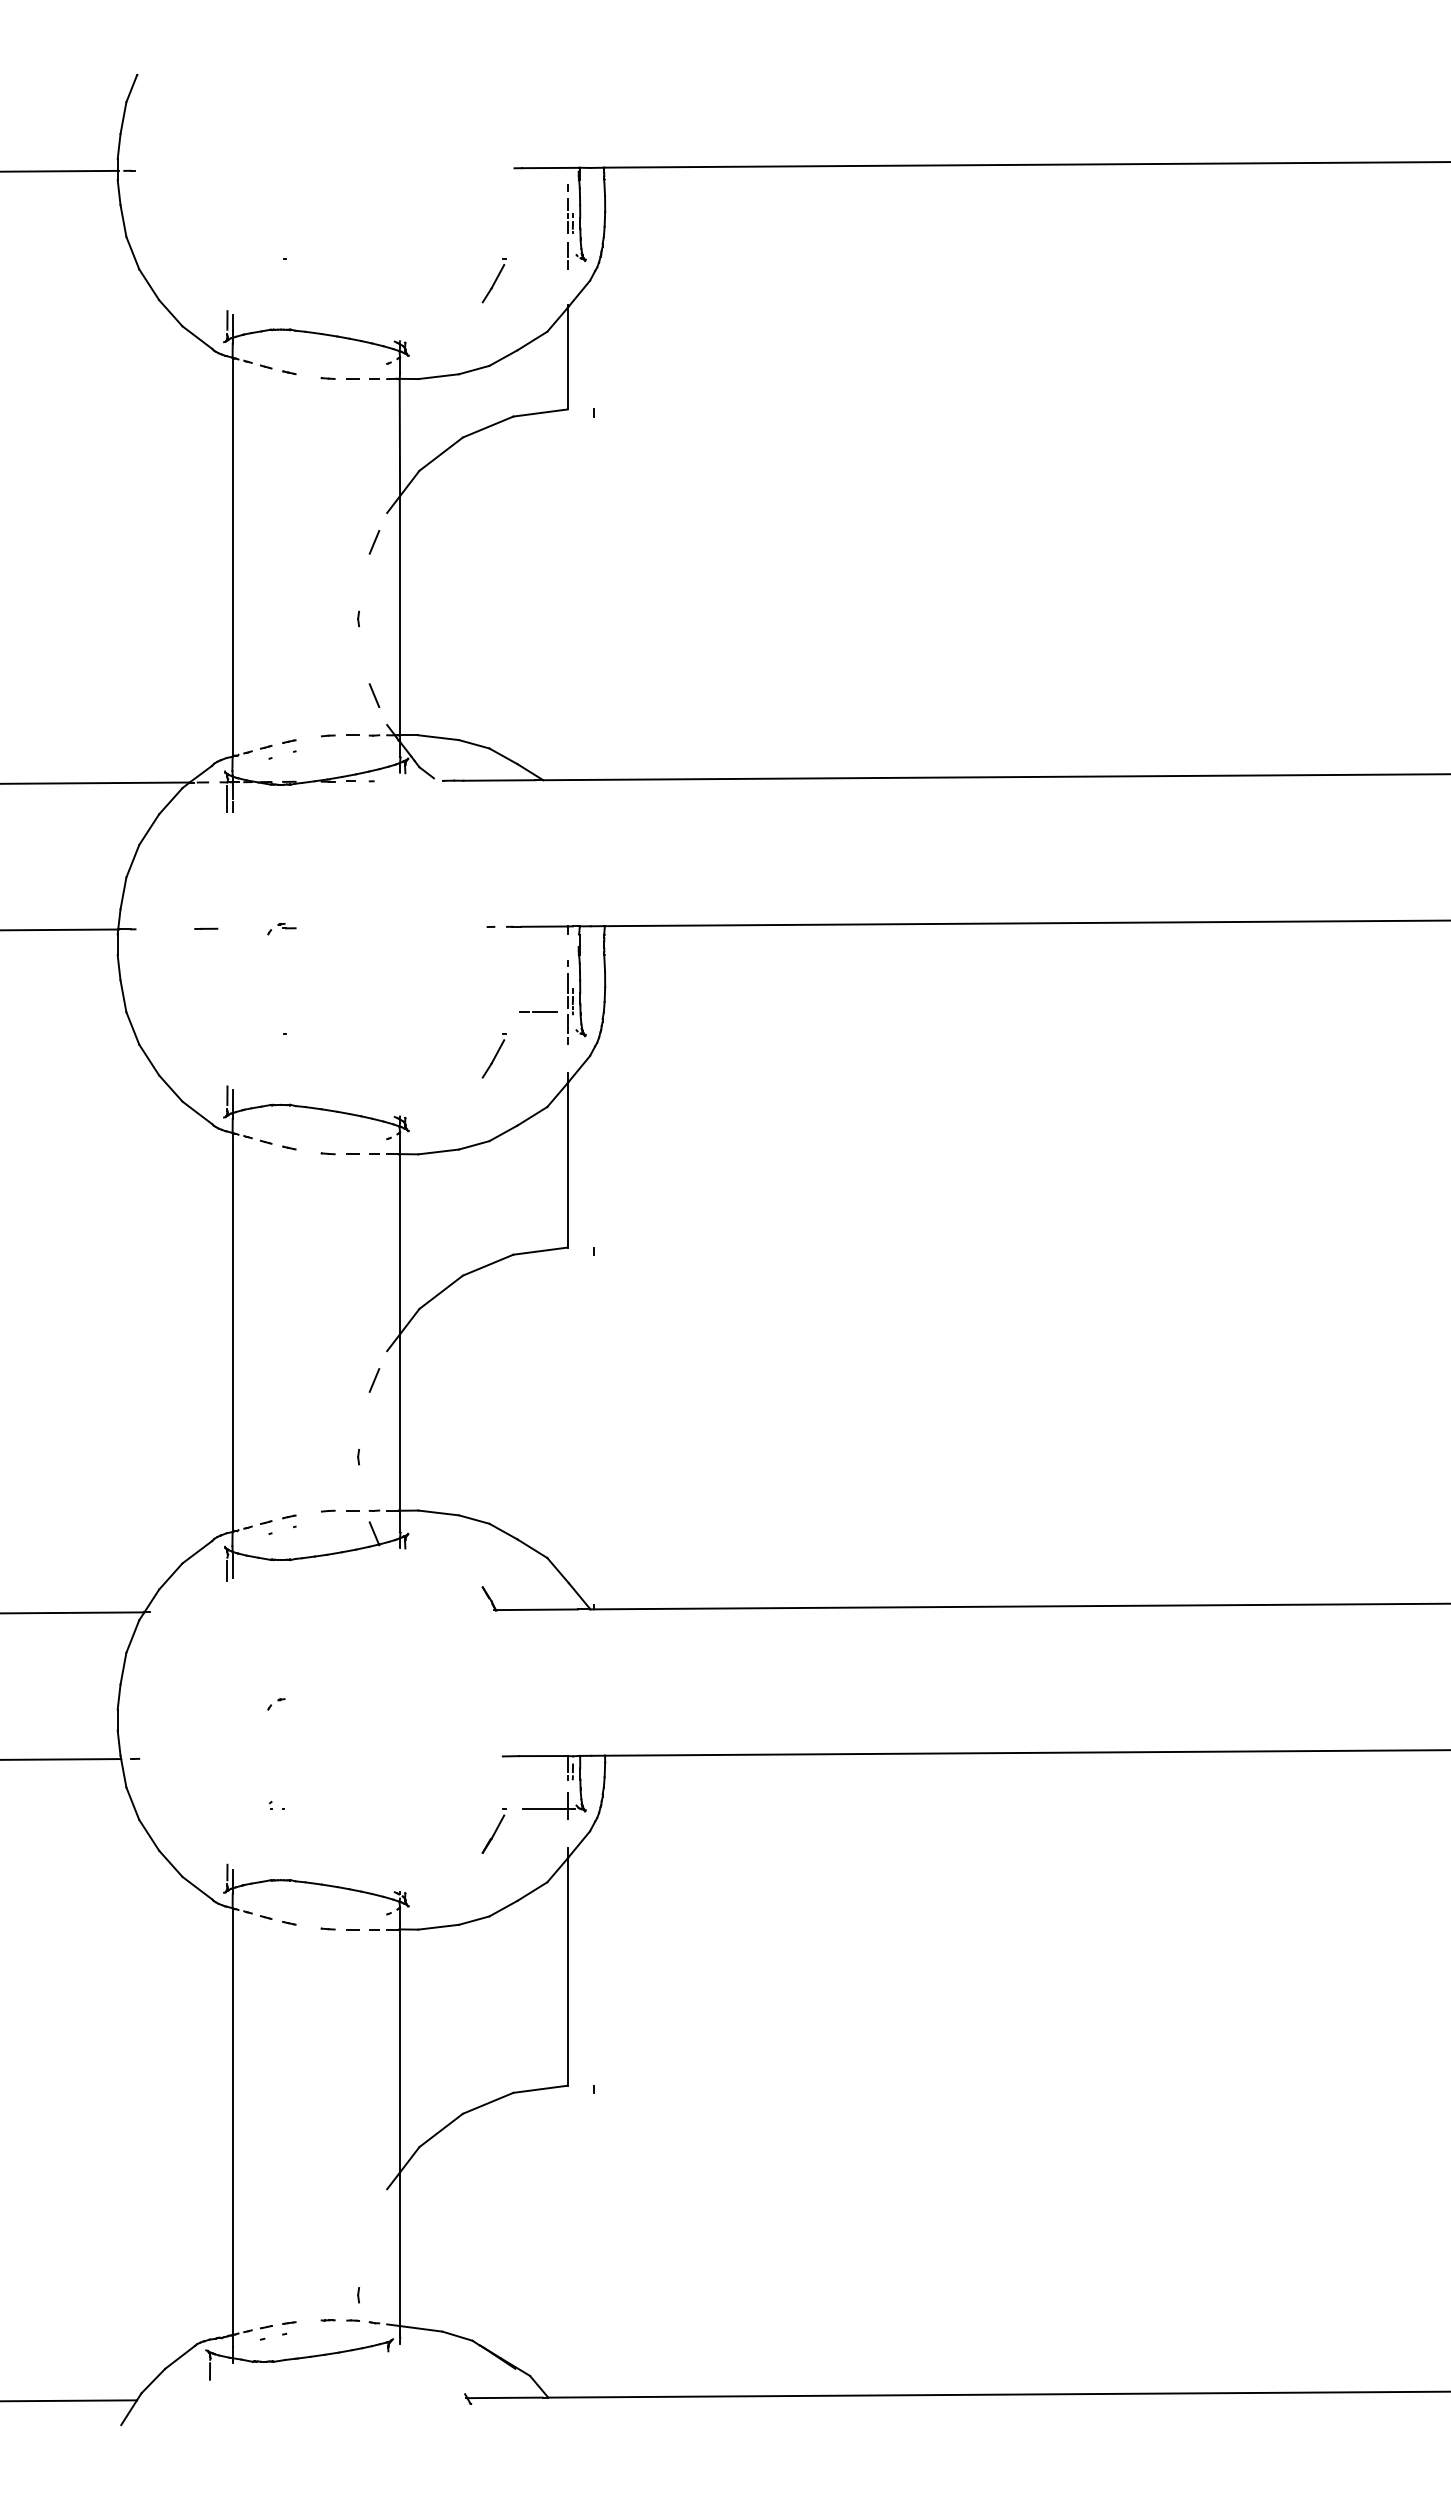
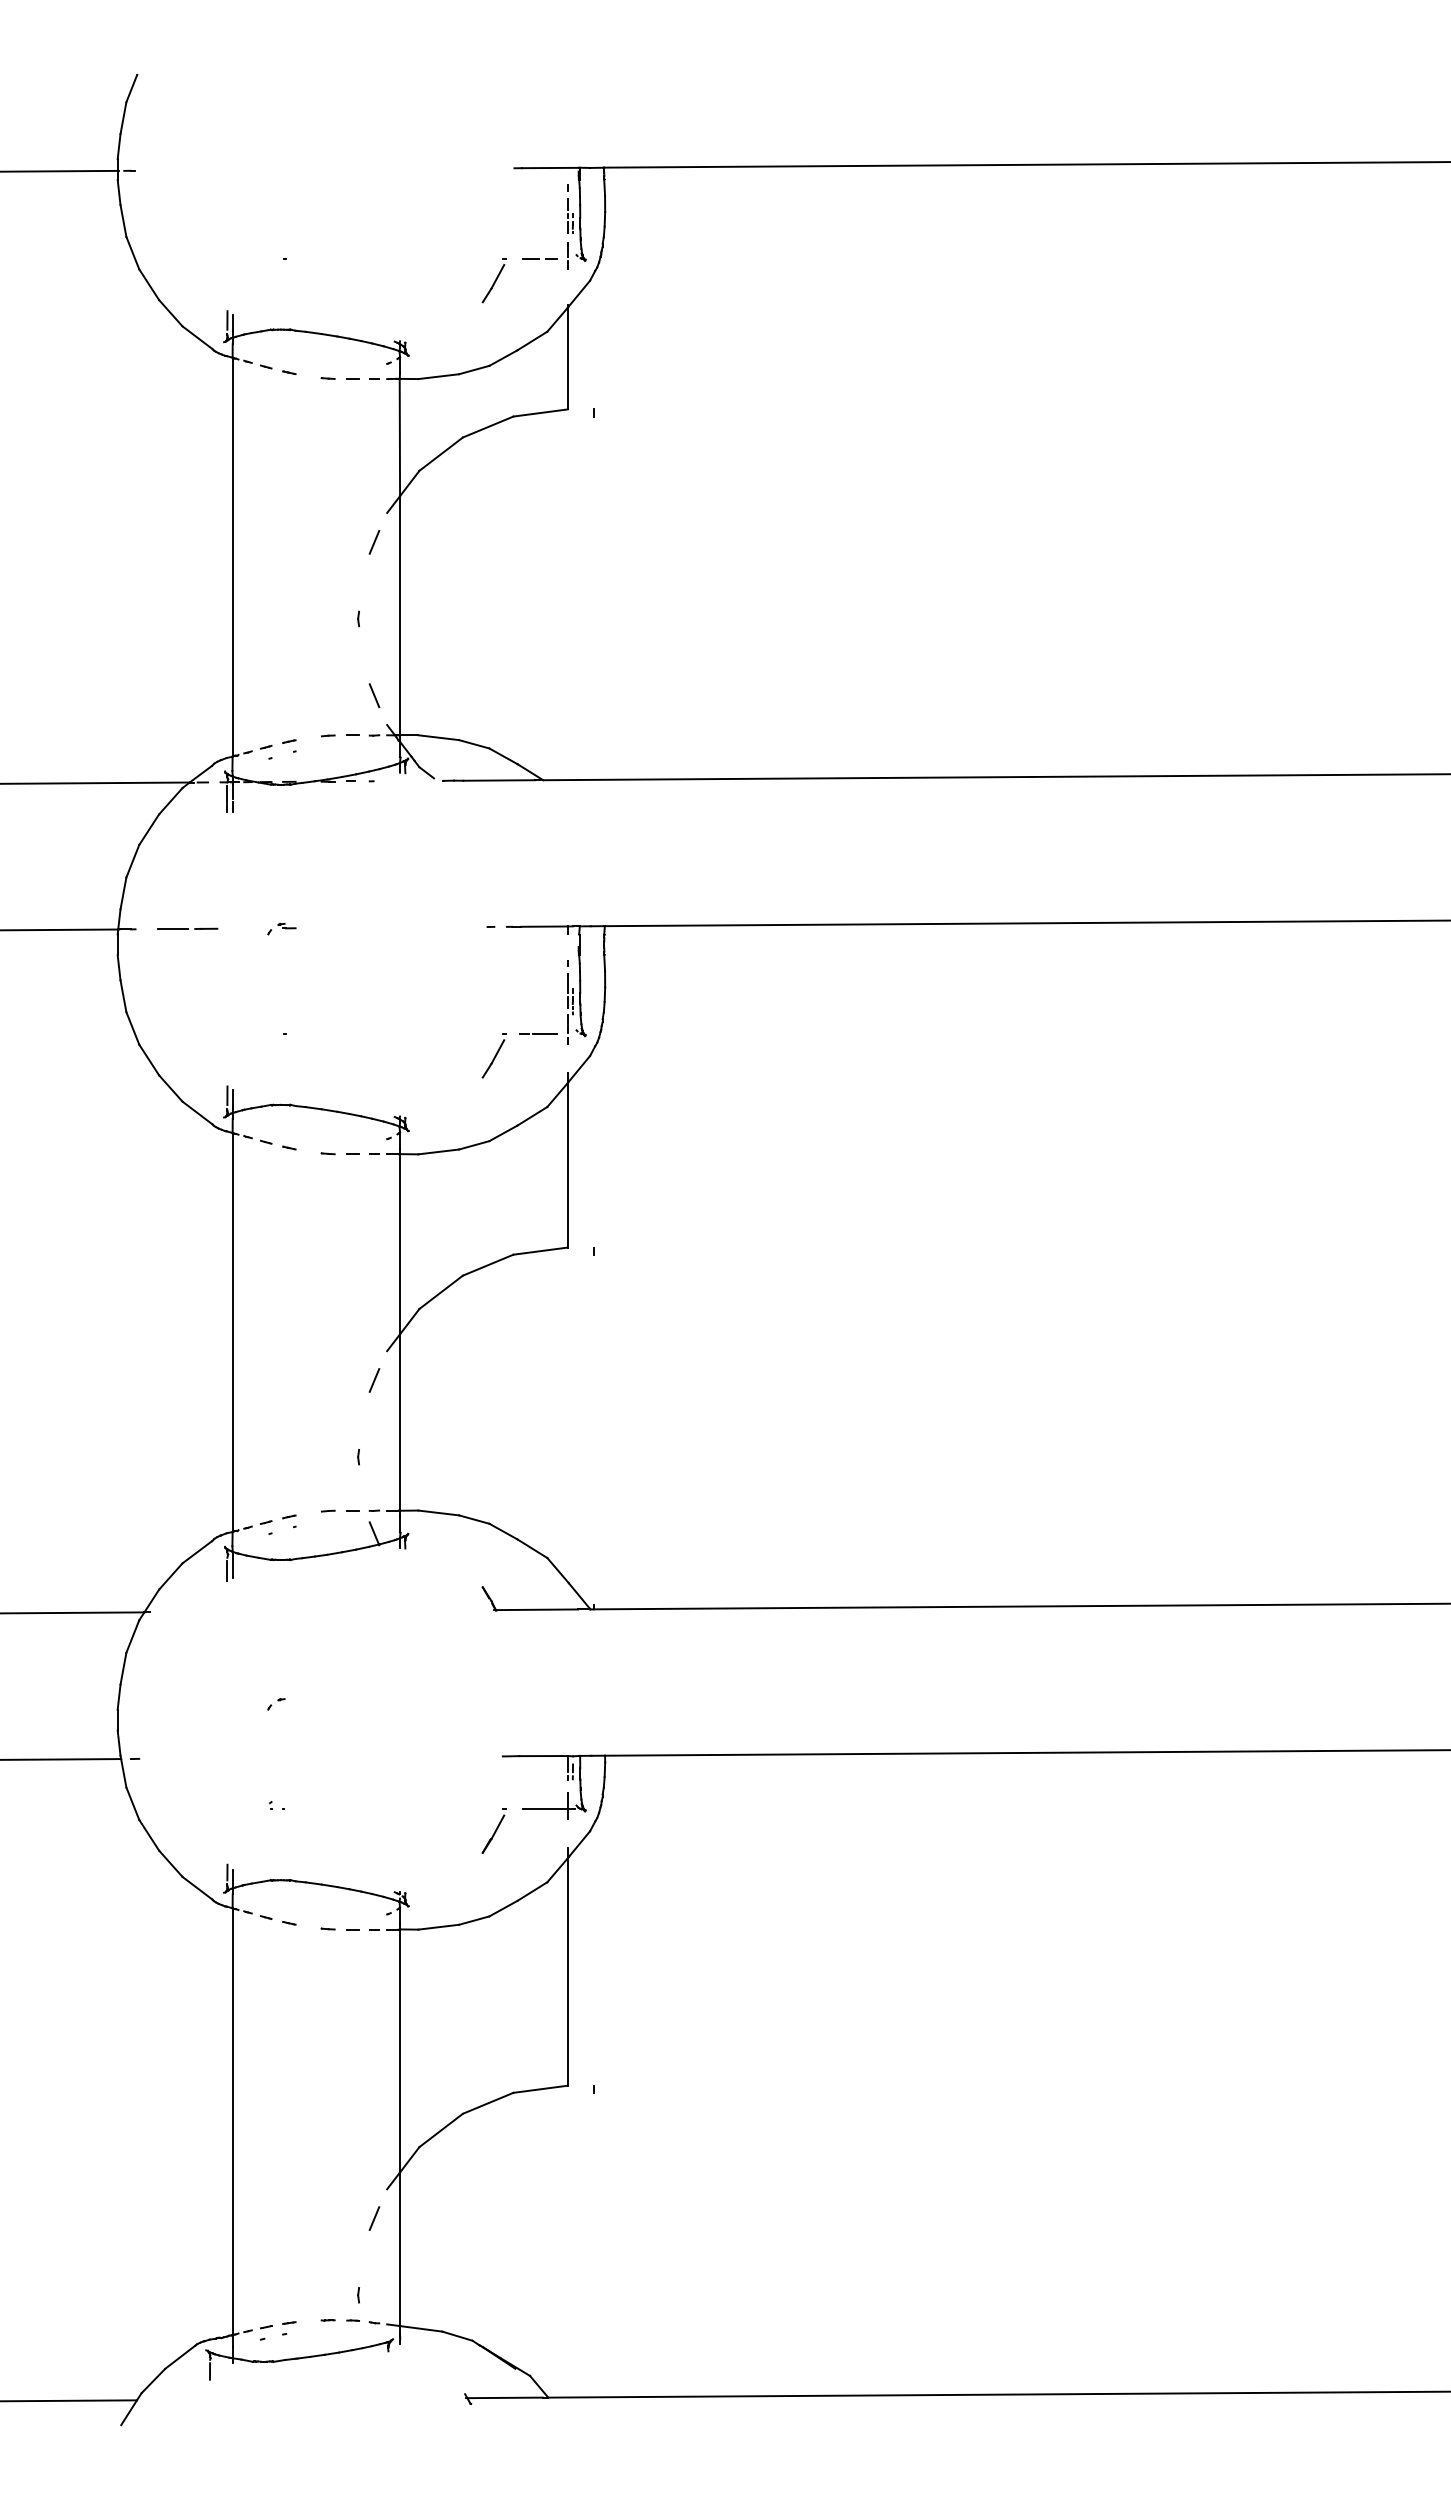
line at (539, 258): none -> present
line at (172, 929): none -> present
line at (538, 1011) position: (538, 1011) -> (538, 1033)
line at (374, 2218): none -> present
